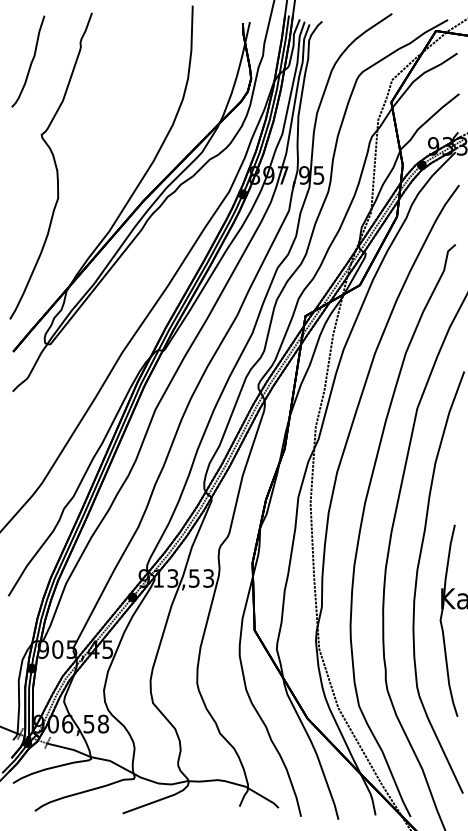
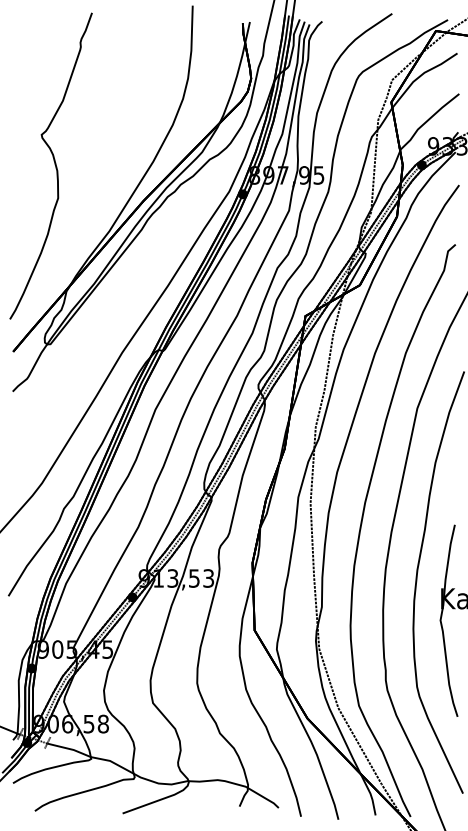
curve at (30, 62): present -> none
